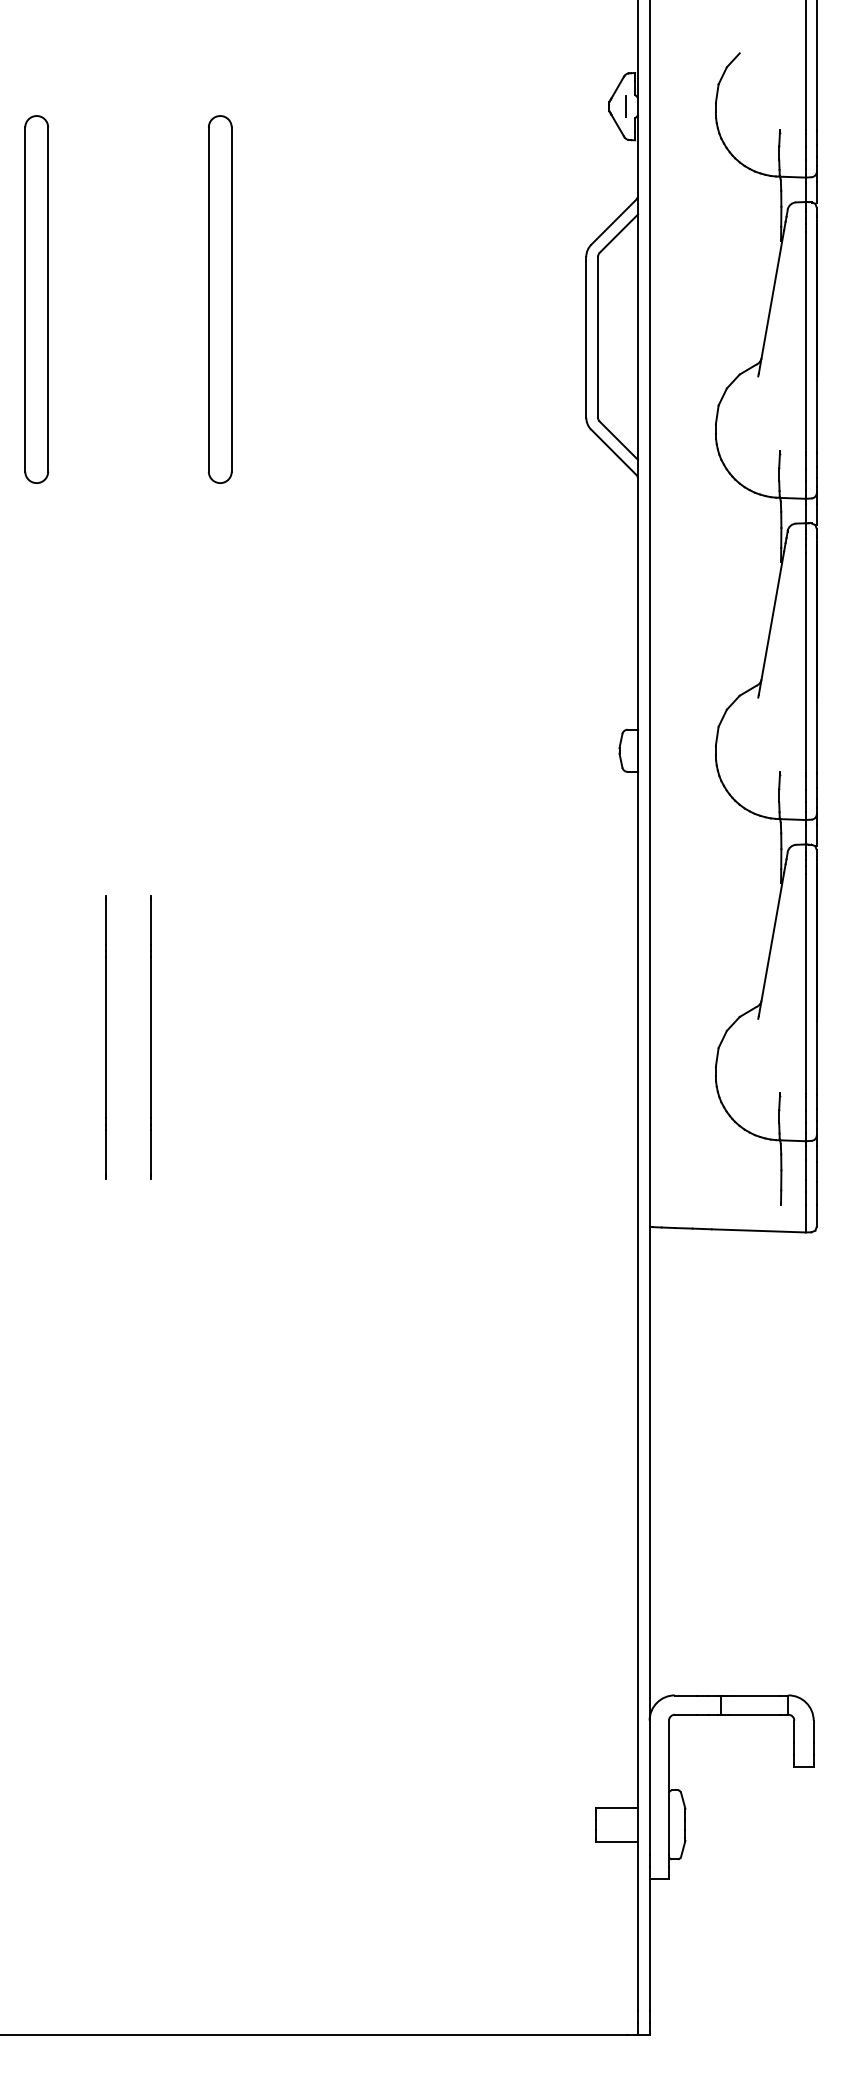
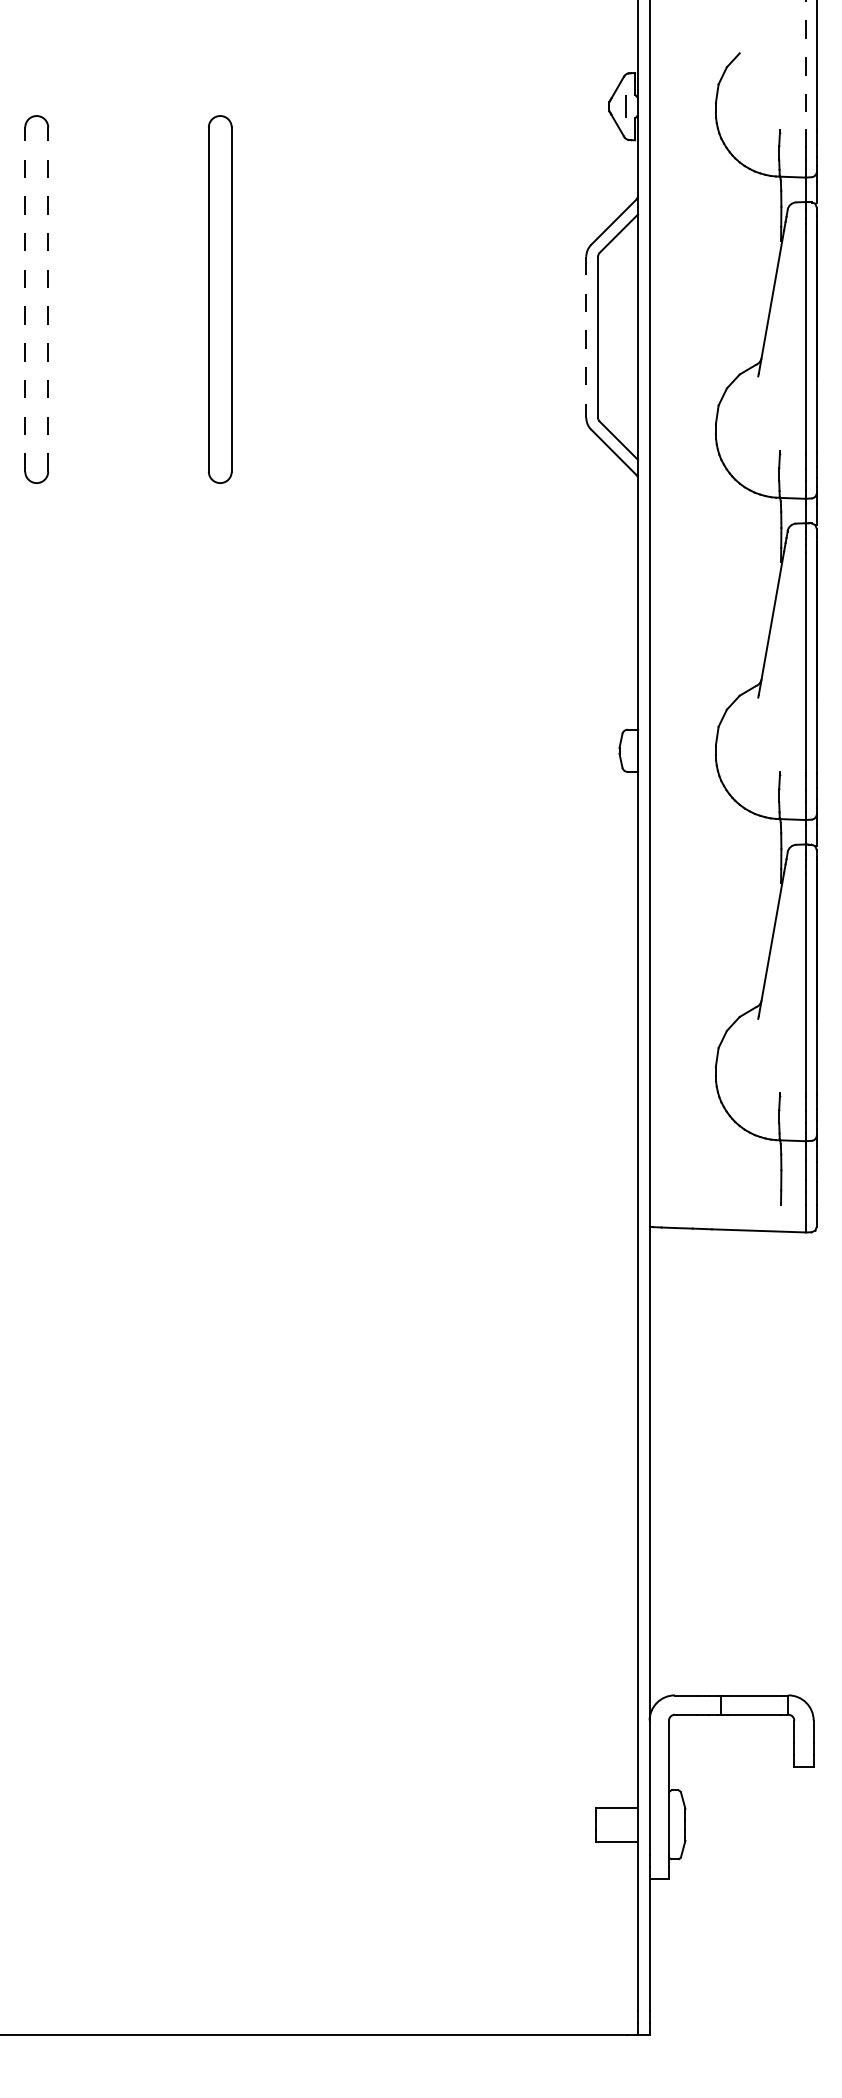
line at (805, 65): solid -> dashed
line at (25, 299): solid -> dashed
line at (48, 299): solid -> dashed
line at (586, 337): solid -> dashed
line at (105, 1037): present -> none
line at (150, 1037): present -> none
